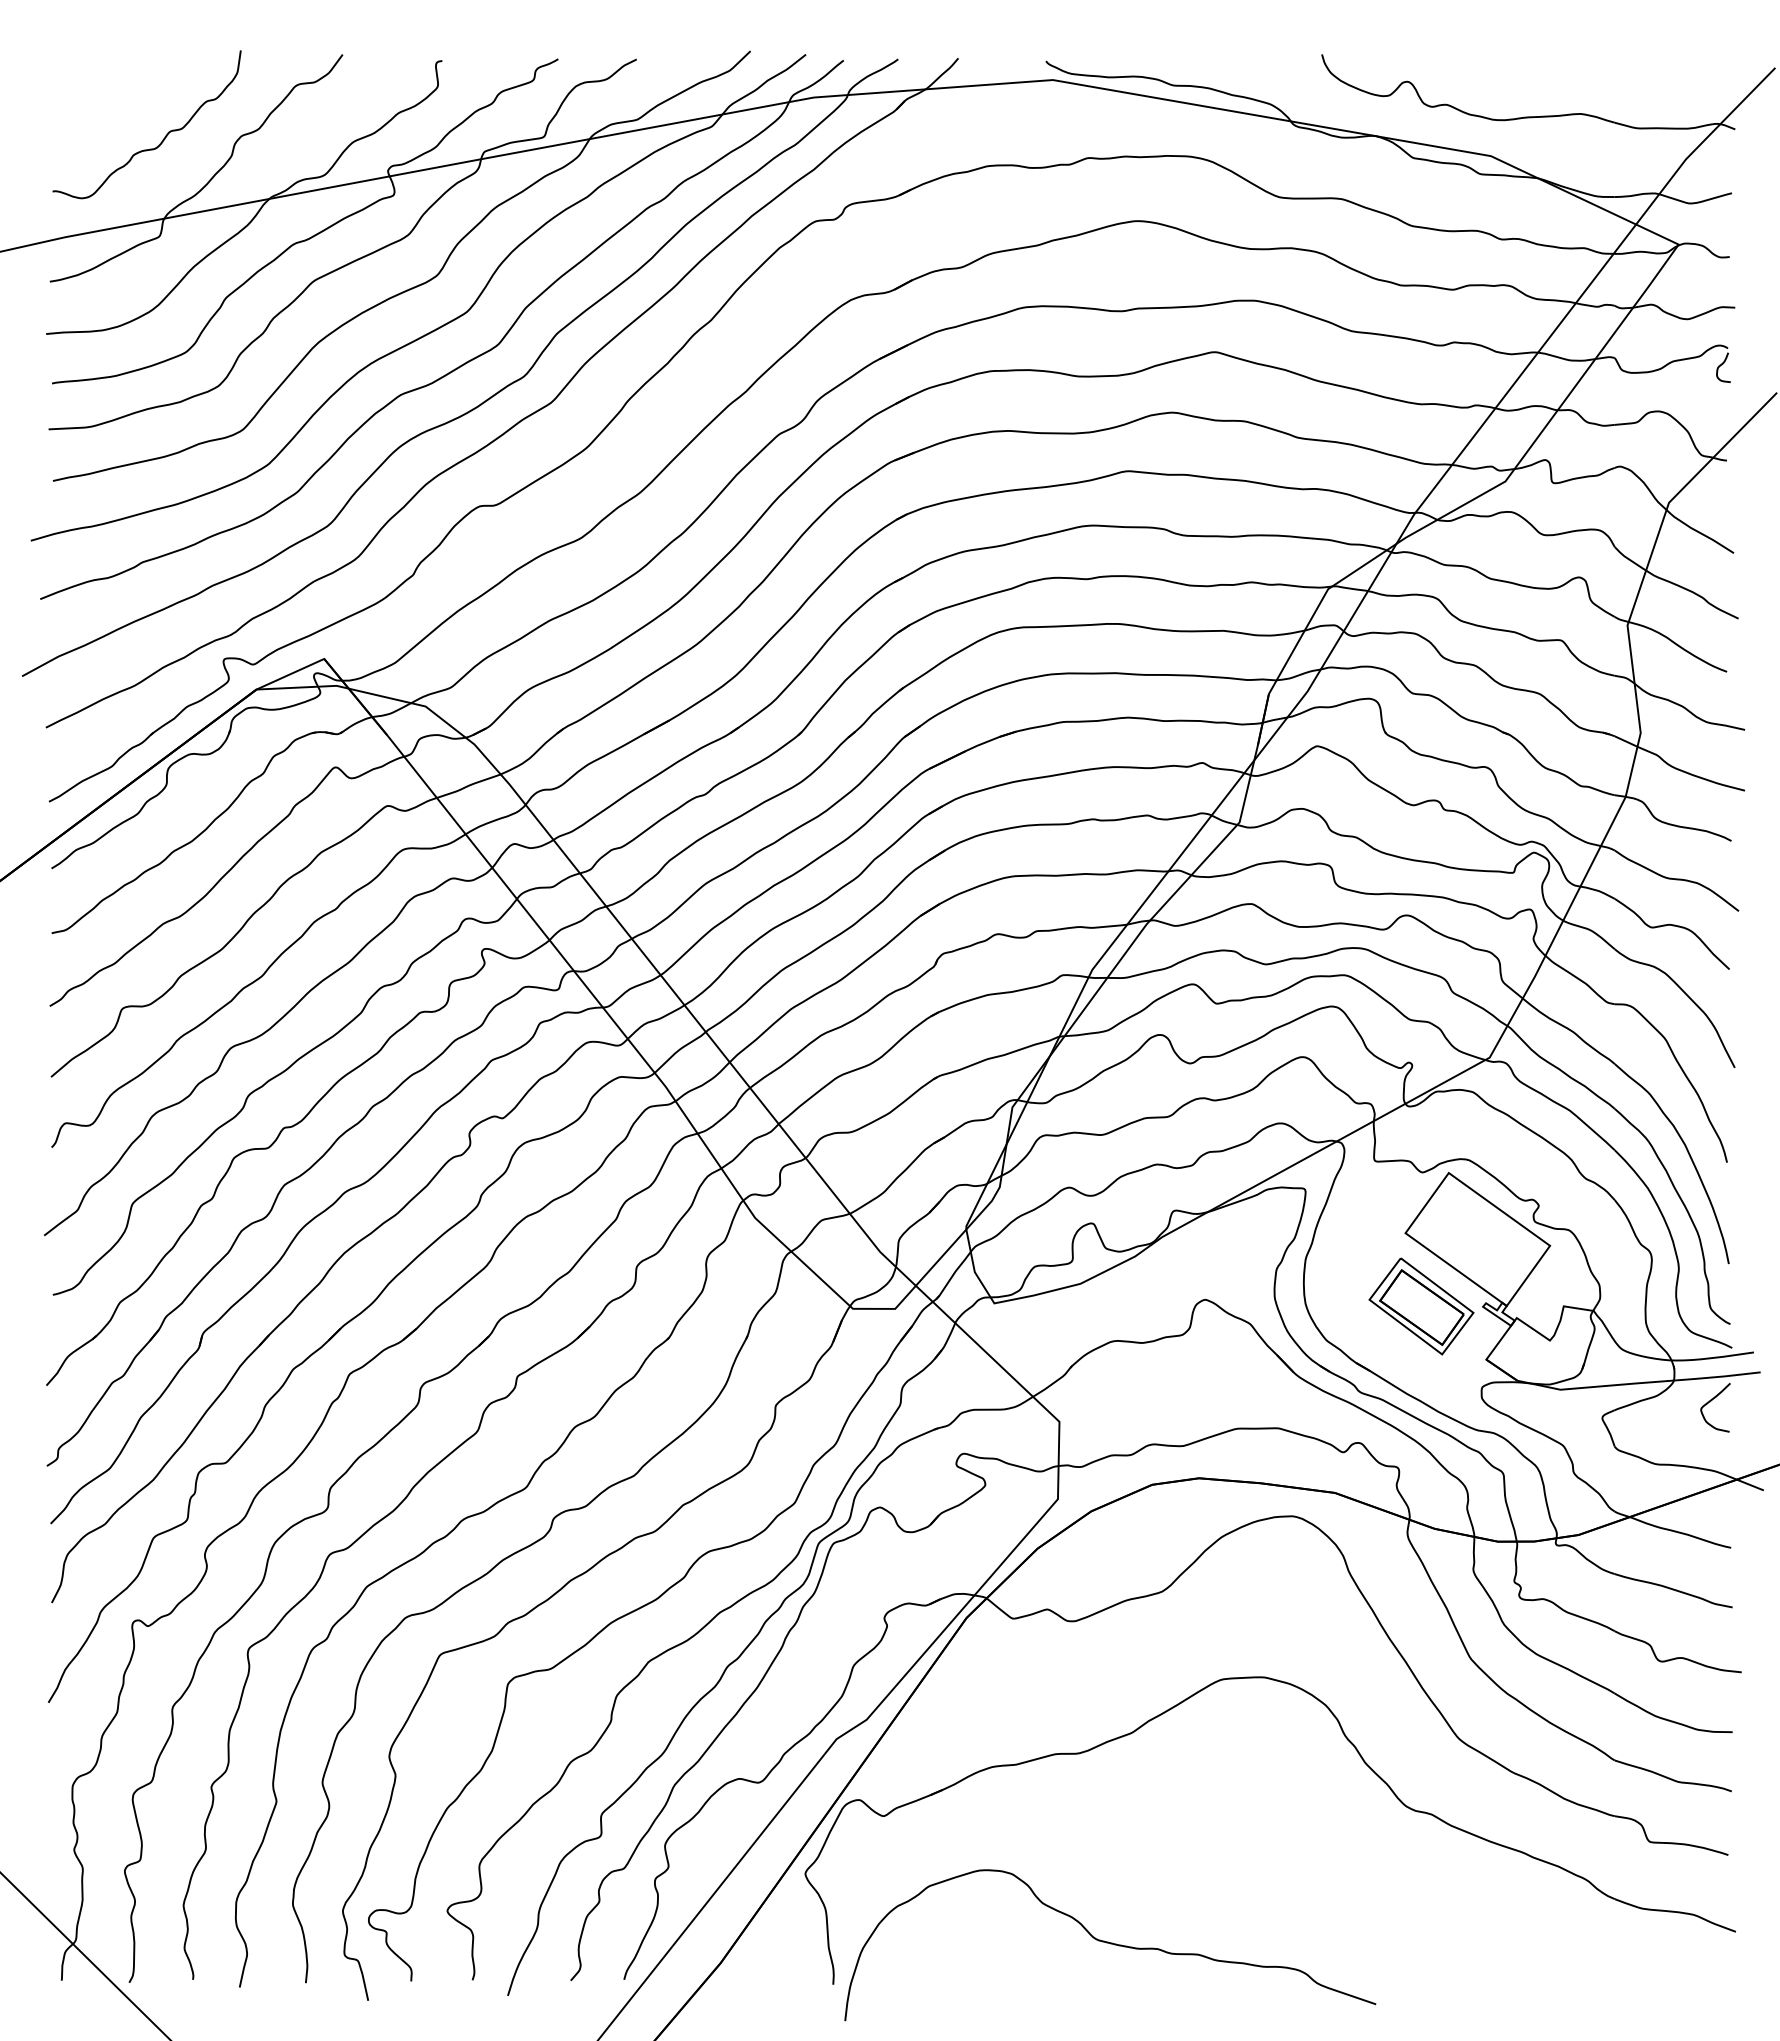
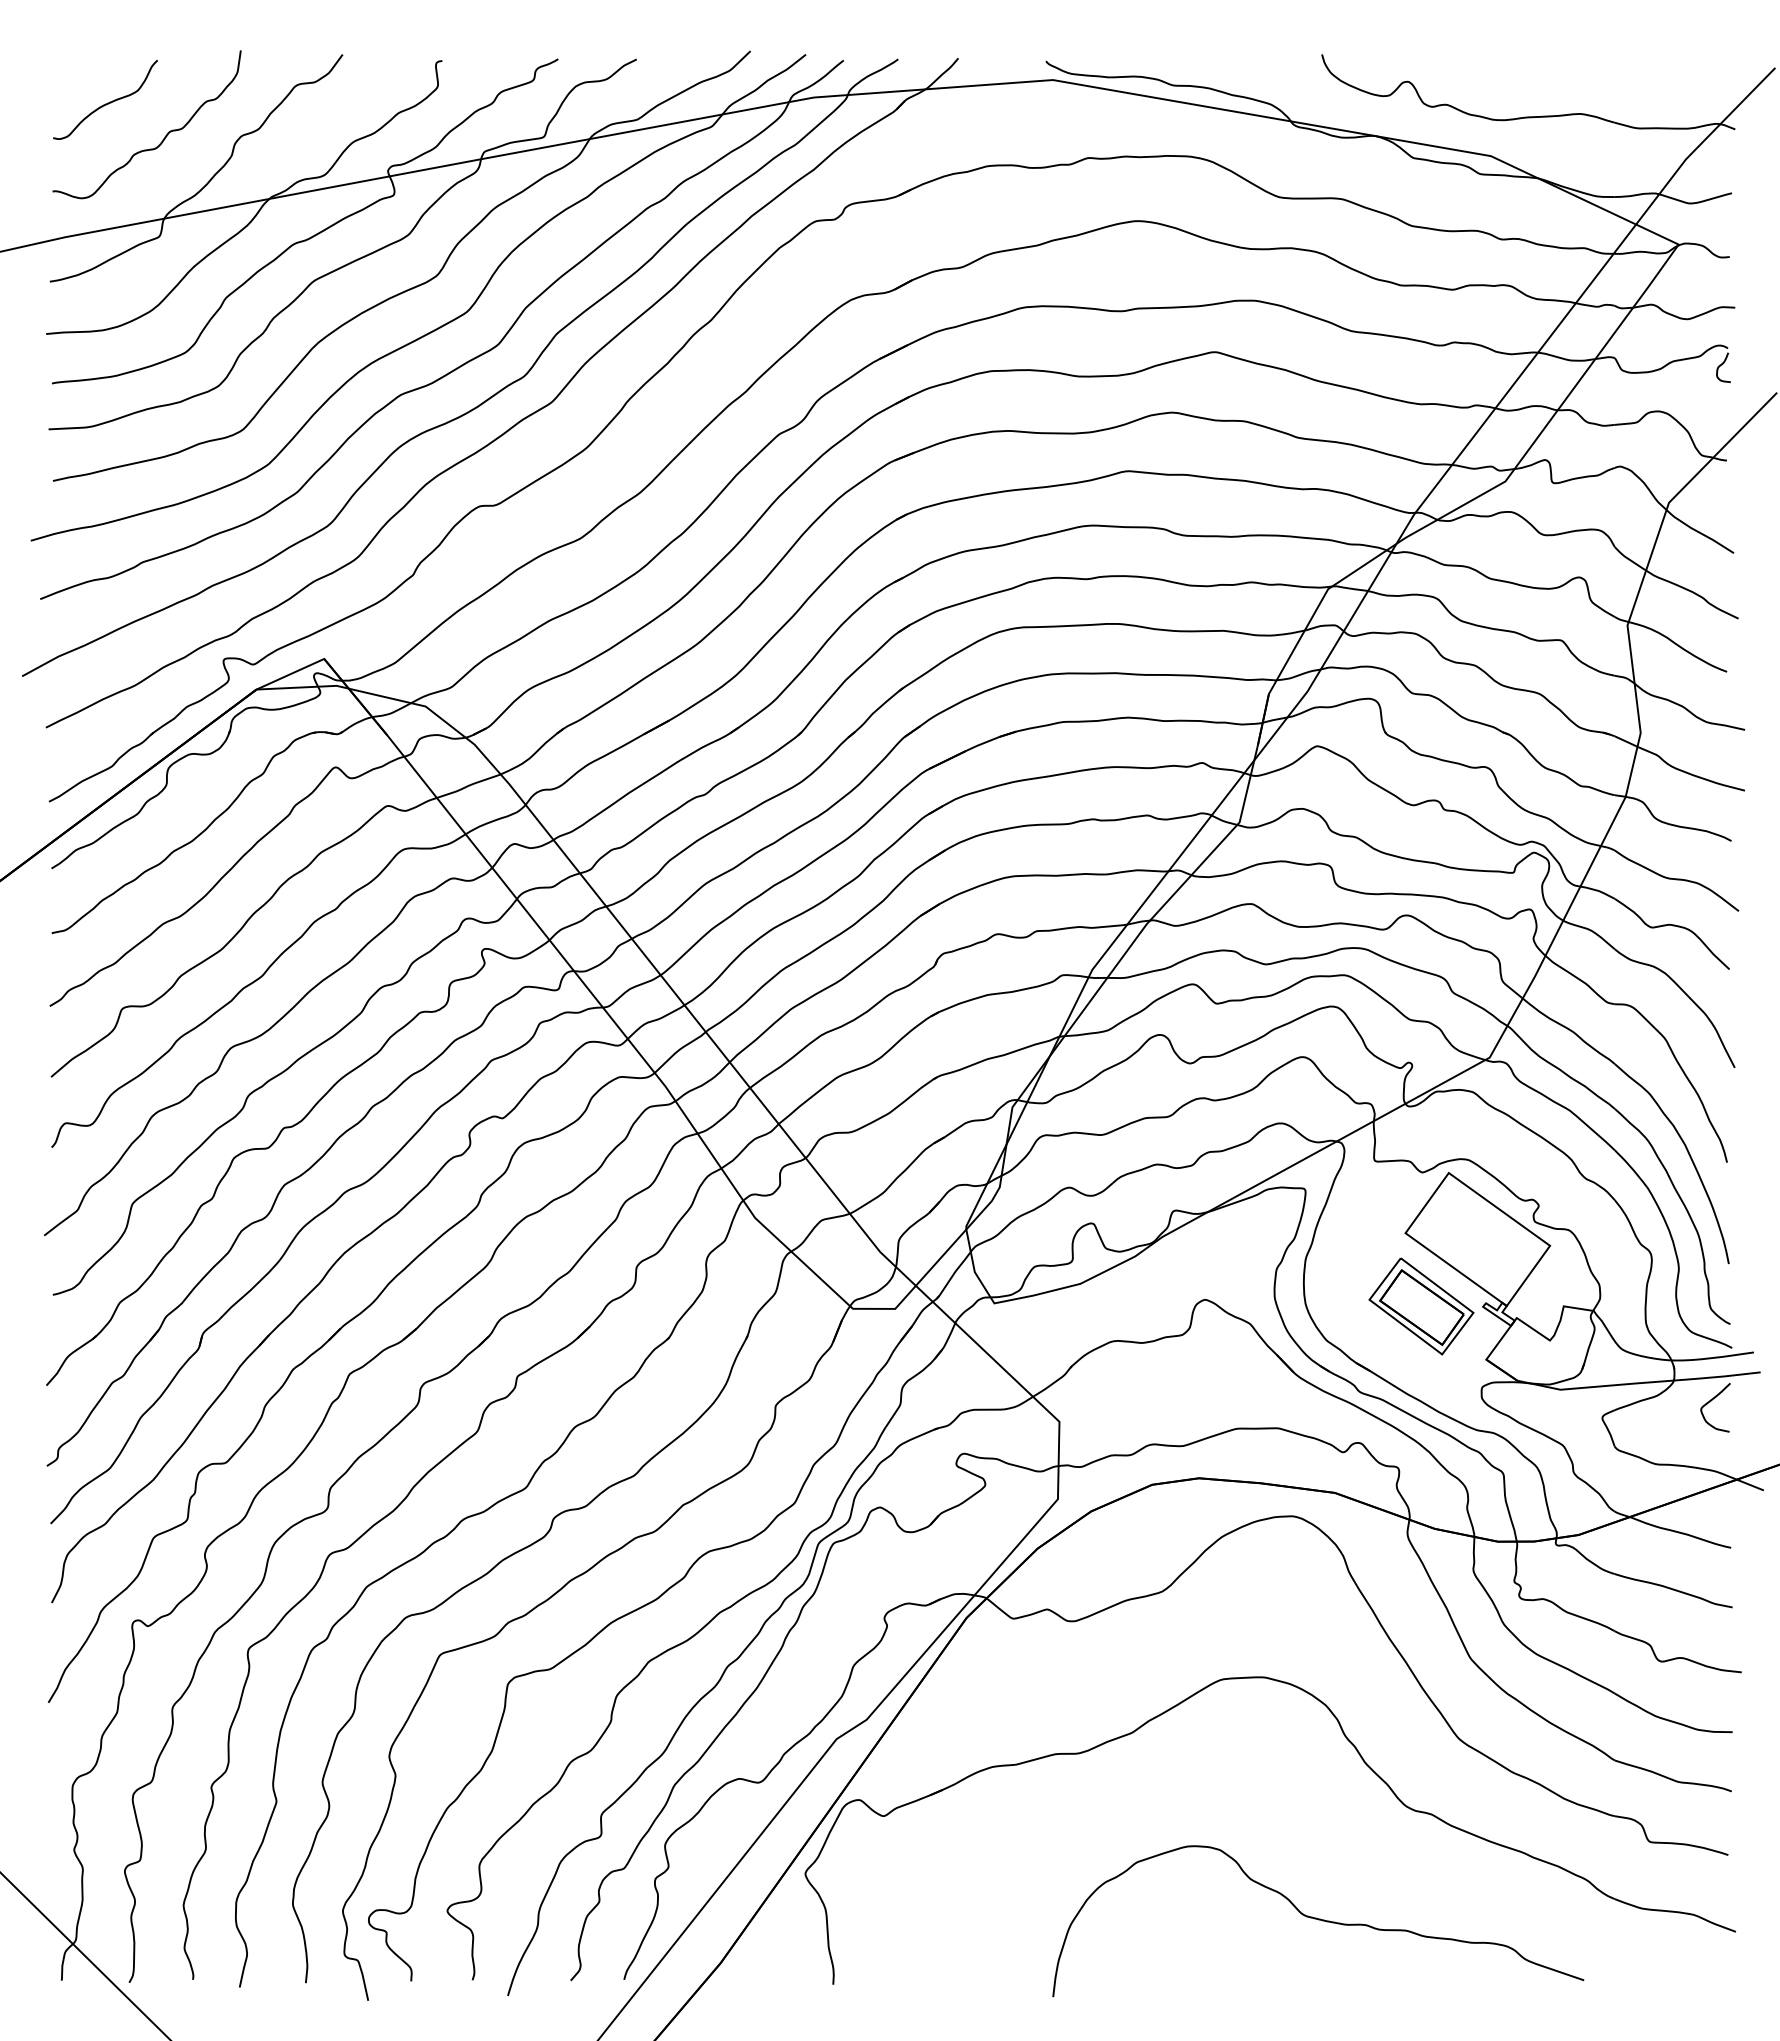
curve at (107, 102): none -> present
curve at (1110, 1944) position: (1110, 1944) -> (1318, 1920)
